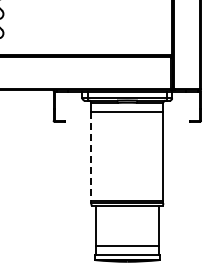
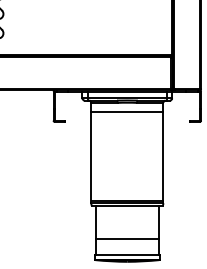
line at (91, 157): dashed -> solid
line at (127, 245) position: (127, 245) -> (127, 238)
